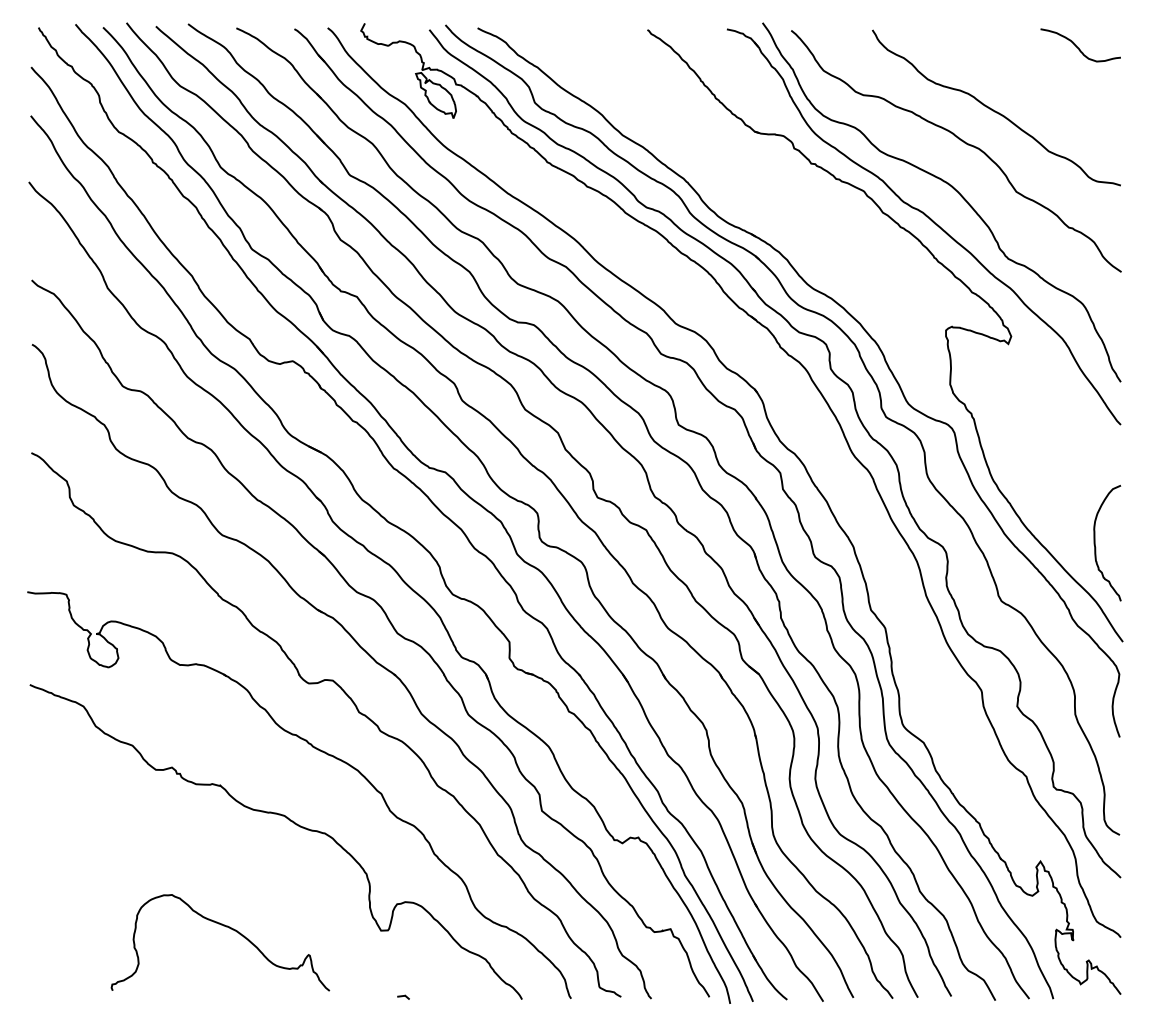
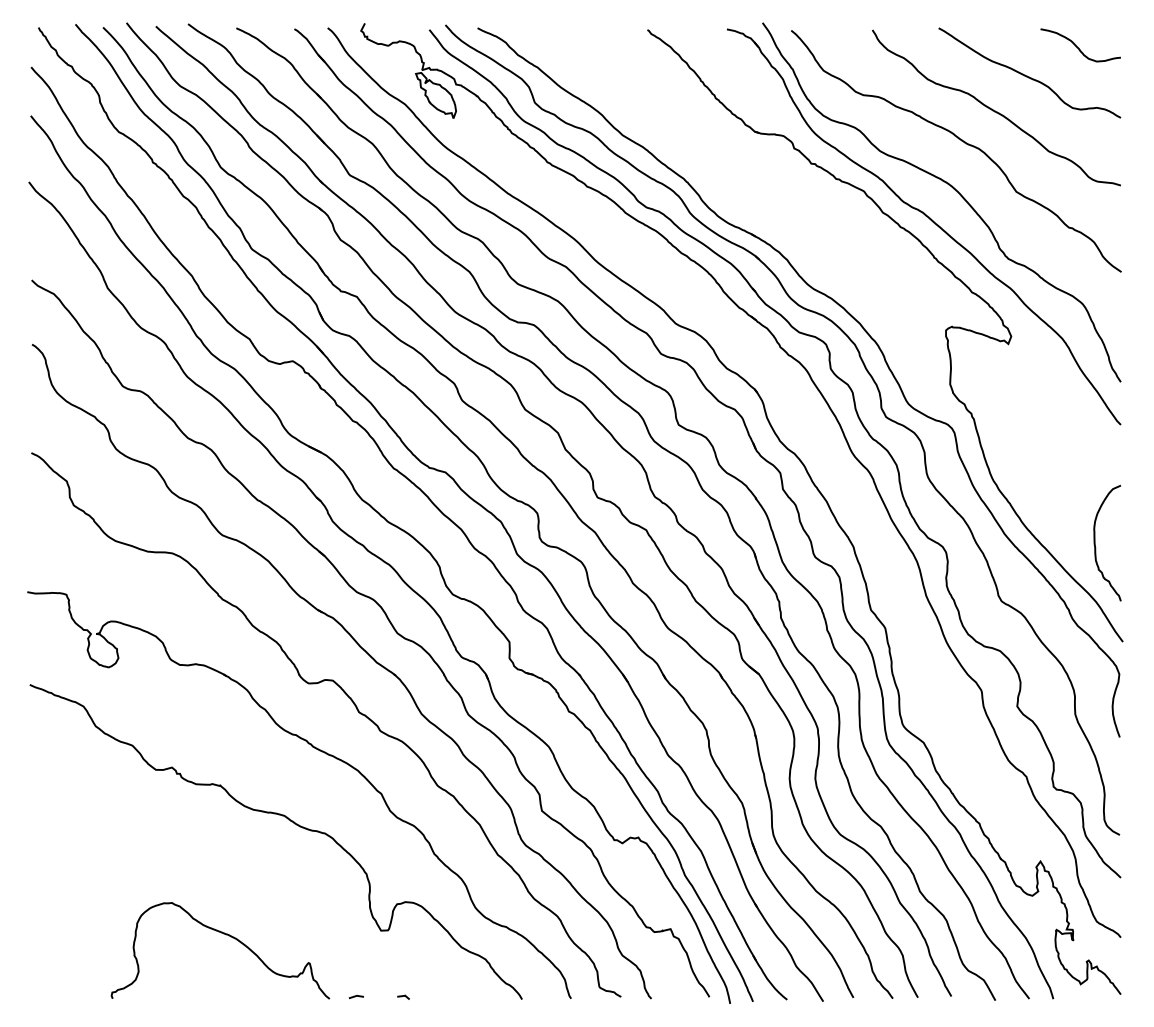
curve at (1027, 75): none -> present
curve at (226, 927) position: (226, 927) -> (226, 935)
line at (355, 997): none -> present
